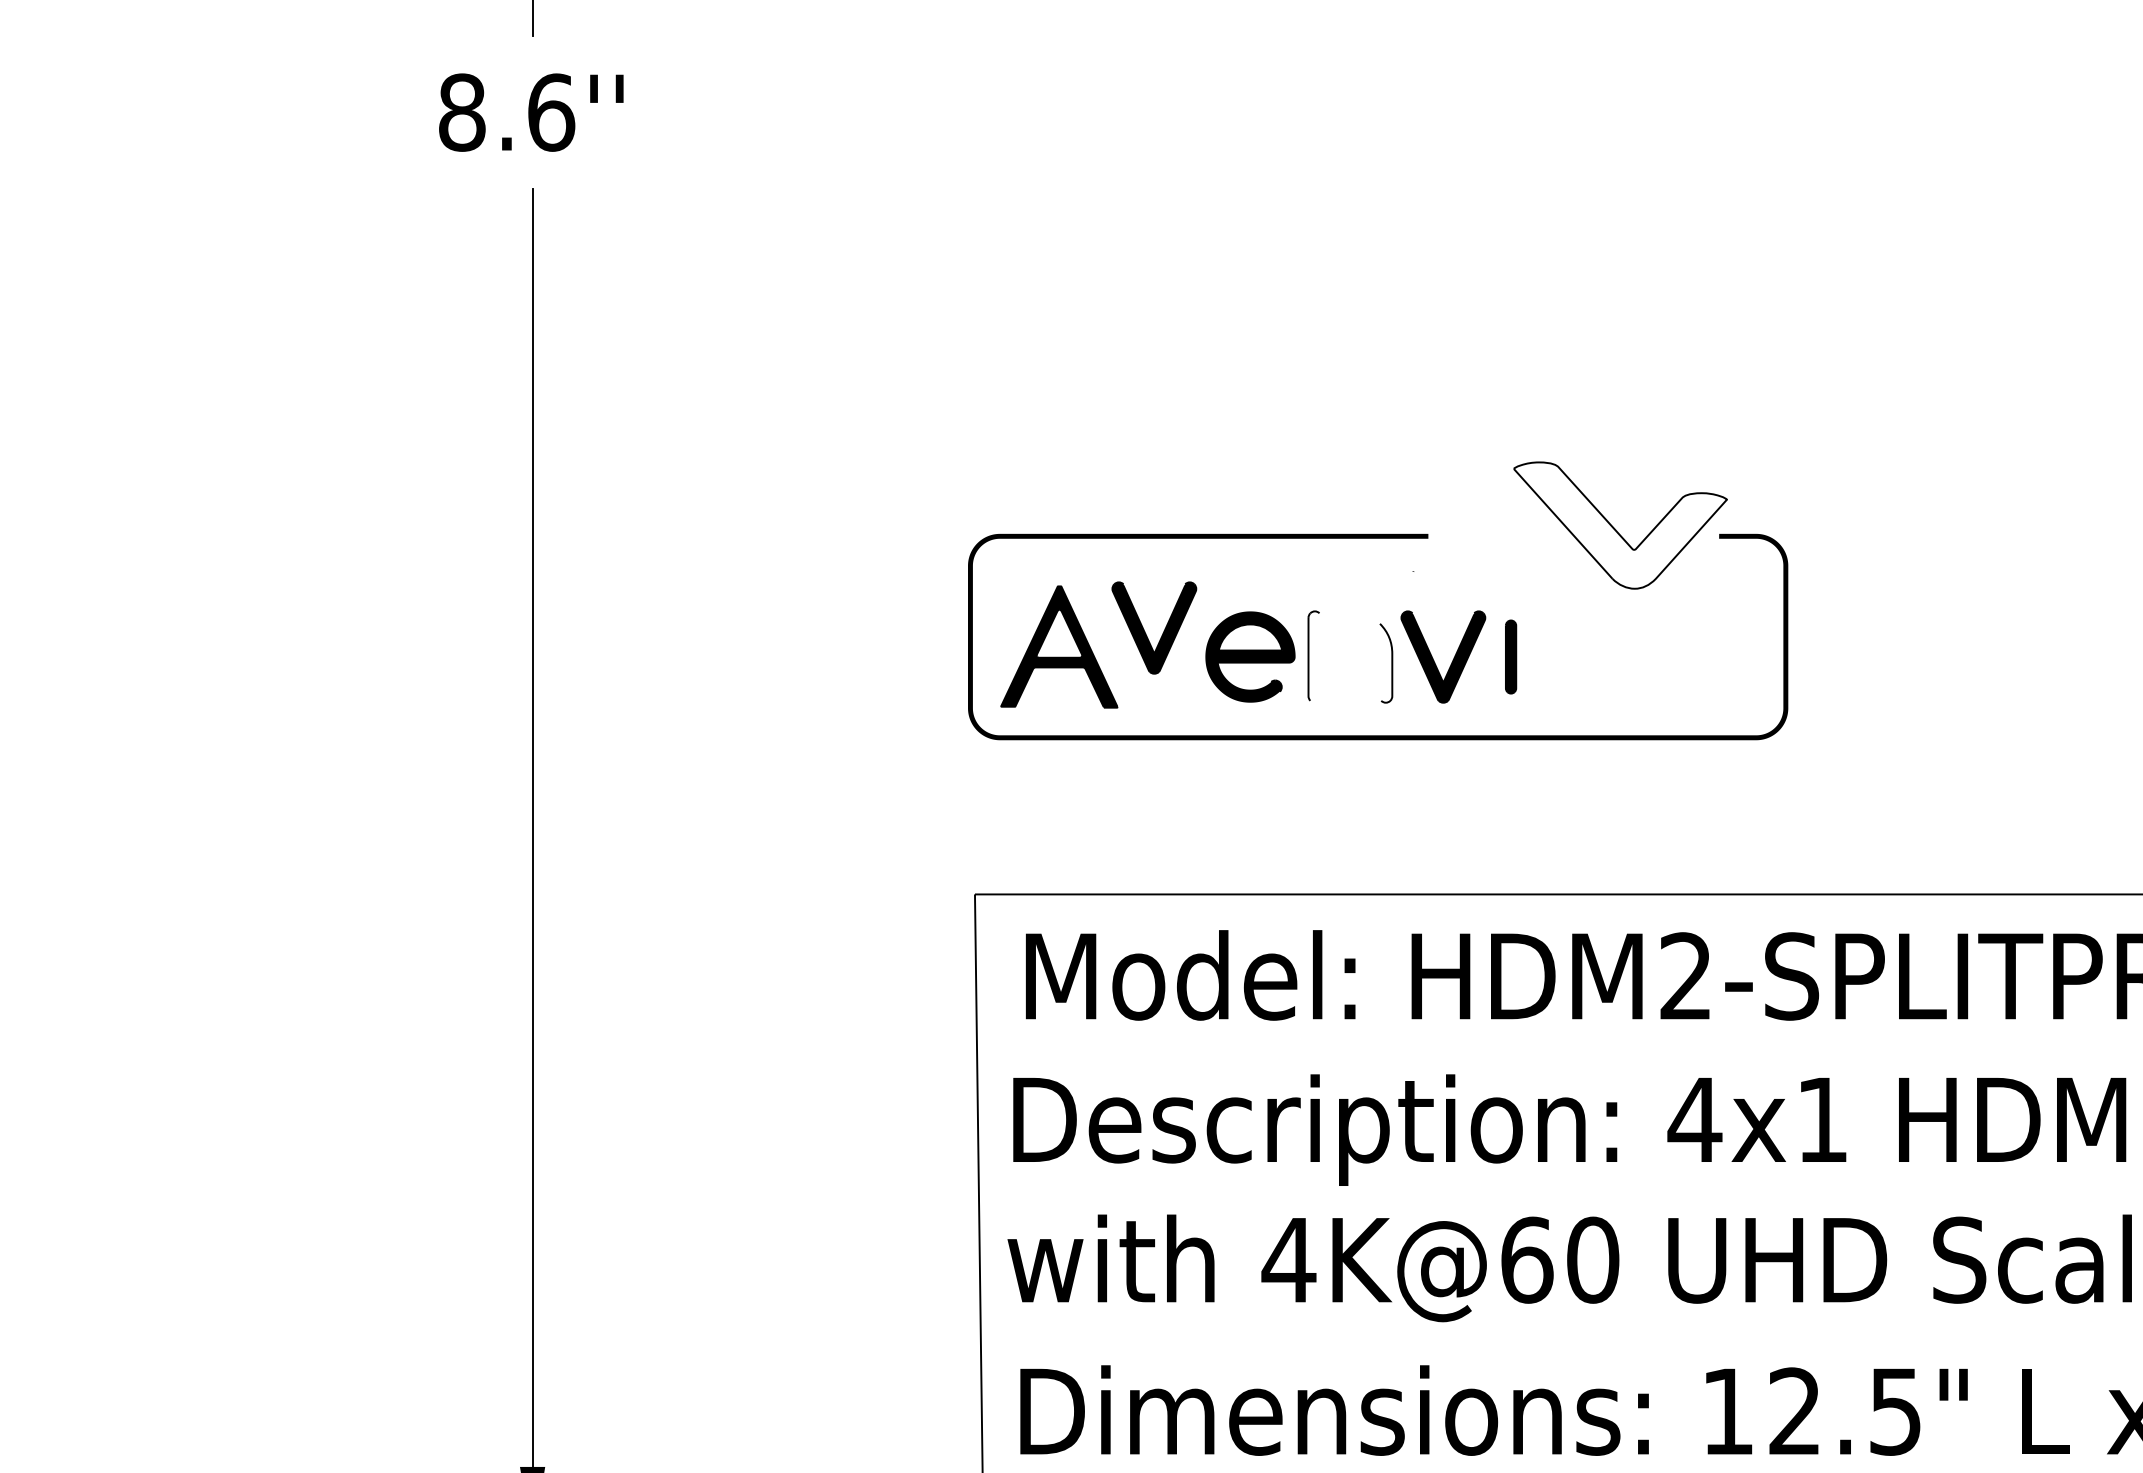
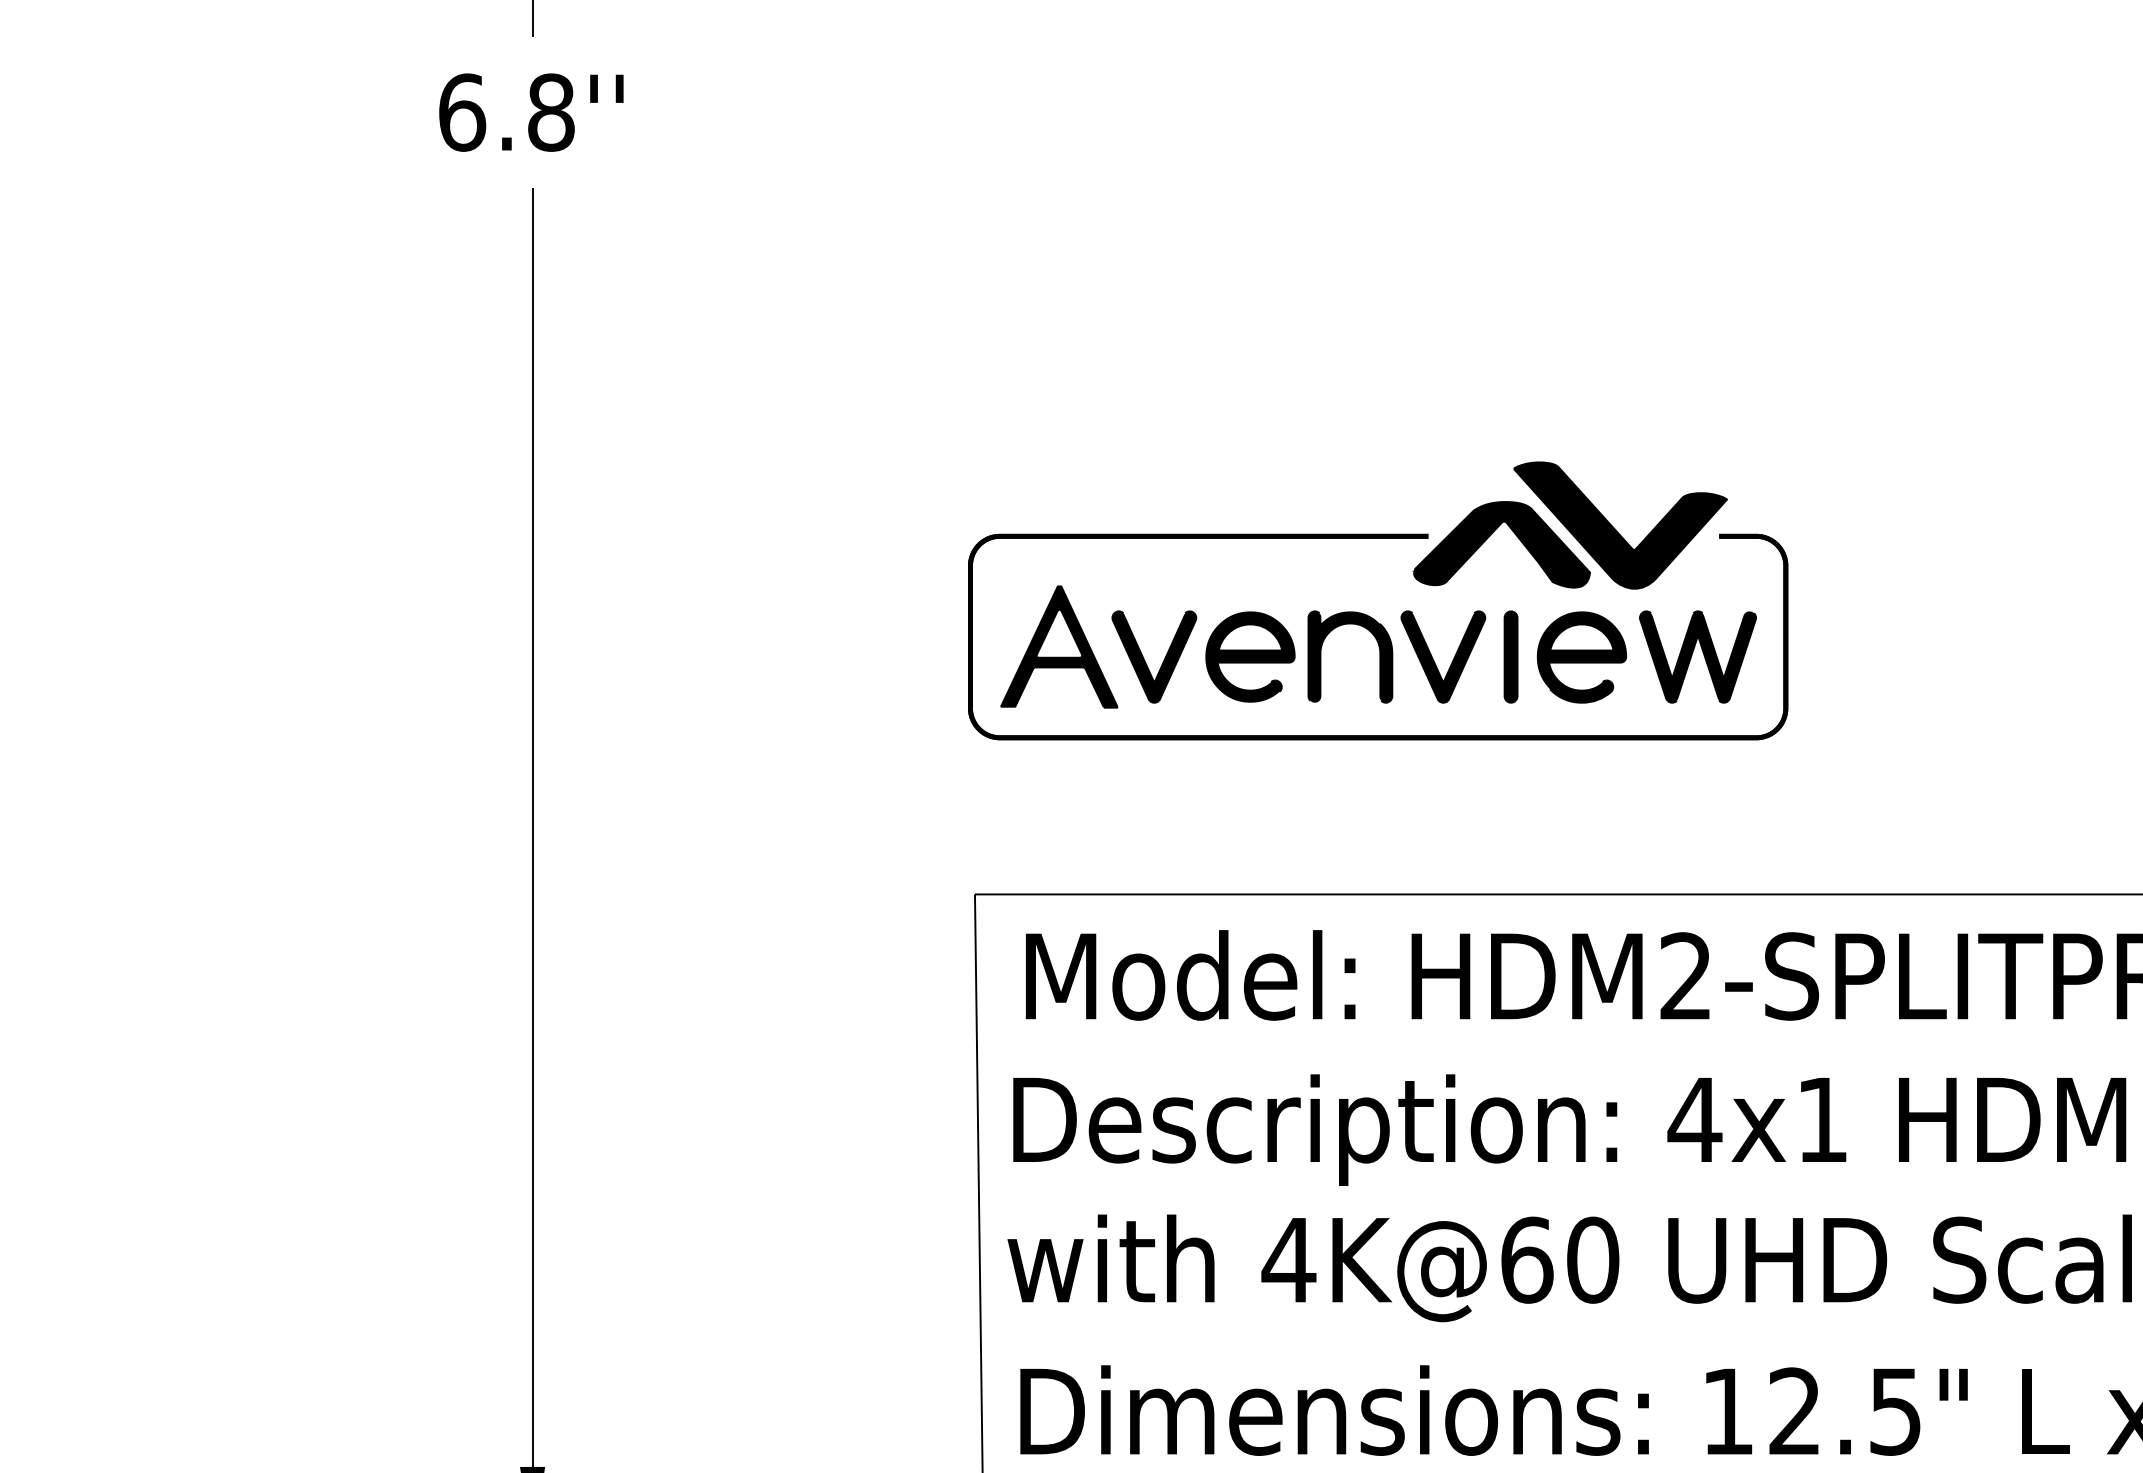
text at (507, 112): 8.6'' -> 6.8''
fill at (1619, 525): none -> present
fill at (1502, 544): none -> present
part at (1163, 630) position: (1163, 630) -> (1163, 659)
fill at (1378, 636): none -> present
fill at (1350, 656): none -> present
part at (1511, 656) size: 13x76 px -> 16x94 px
part at (1697, 656): none -> present
part at (1581, 657): none -> present
